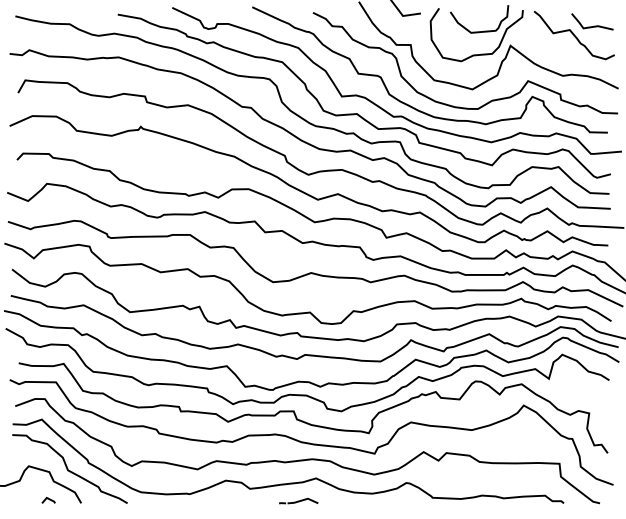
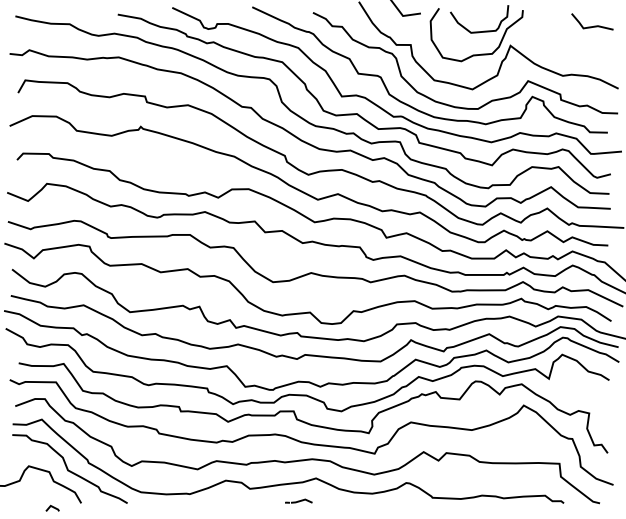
curve at (573, 35): present -> none
line at (48, 499) position: (48, 499) -> (52, 507)
part at (298, 501) size: 40x7 px -> 28x6 px
